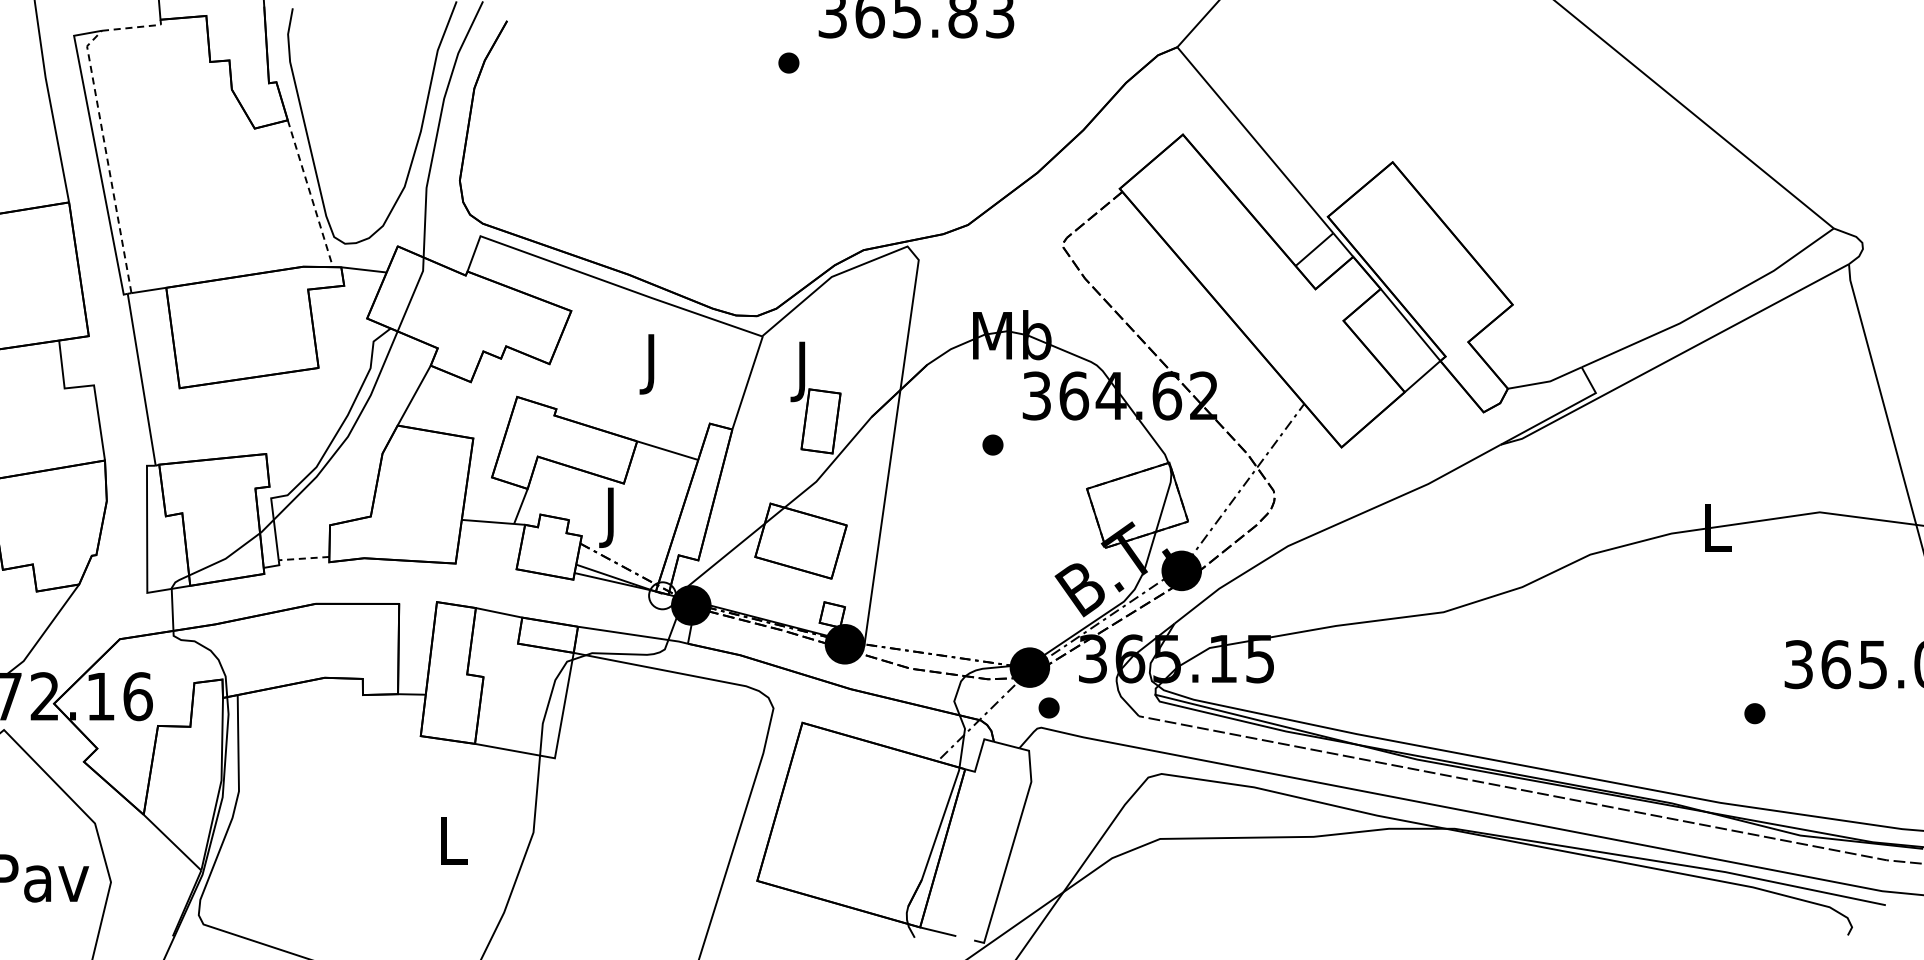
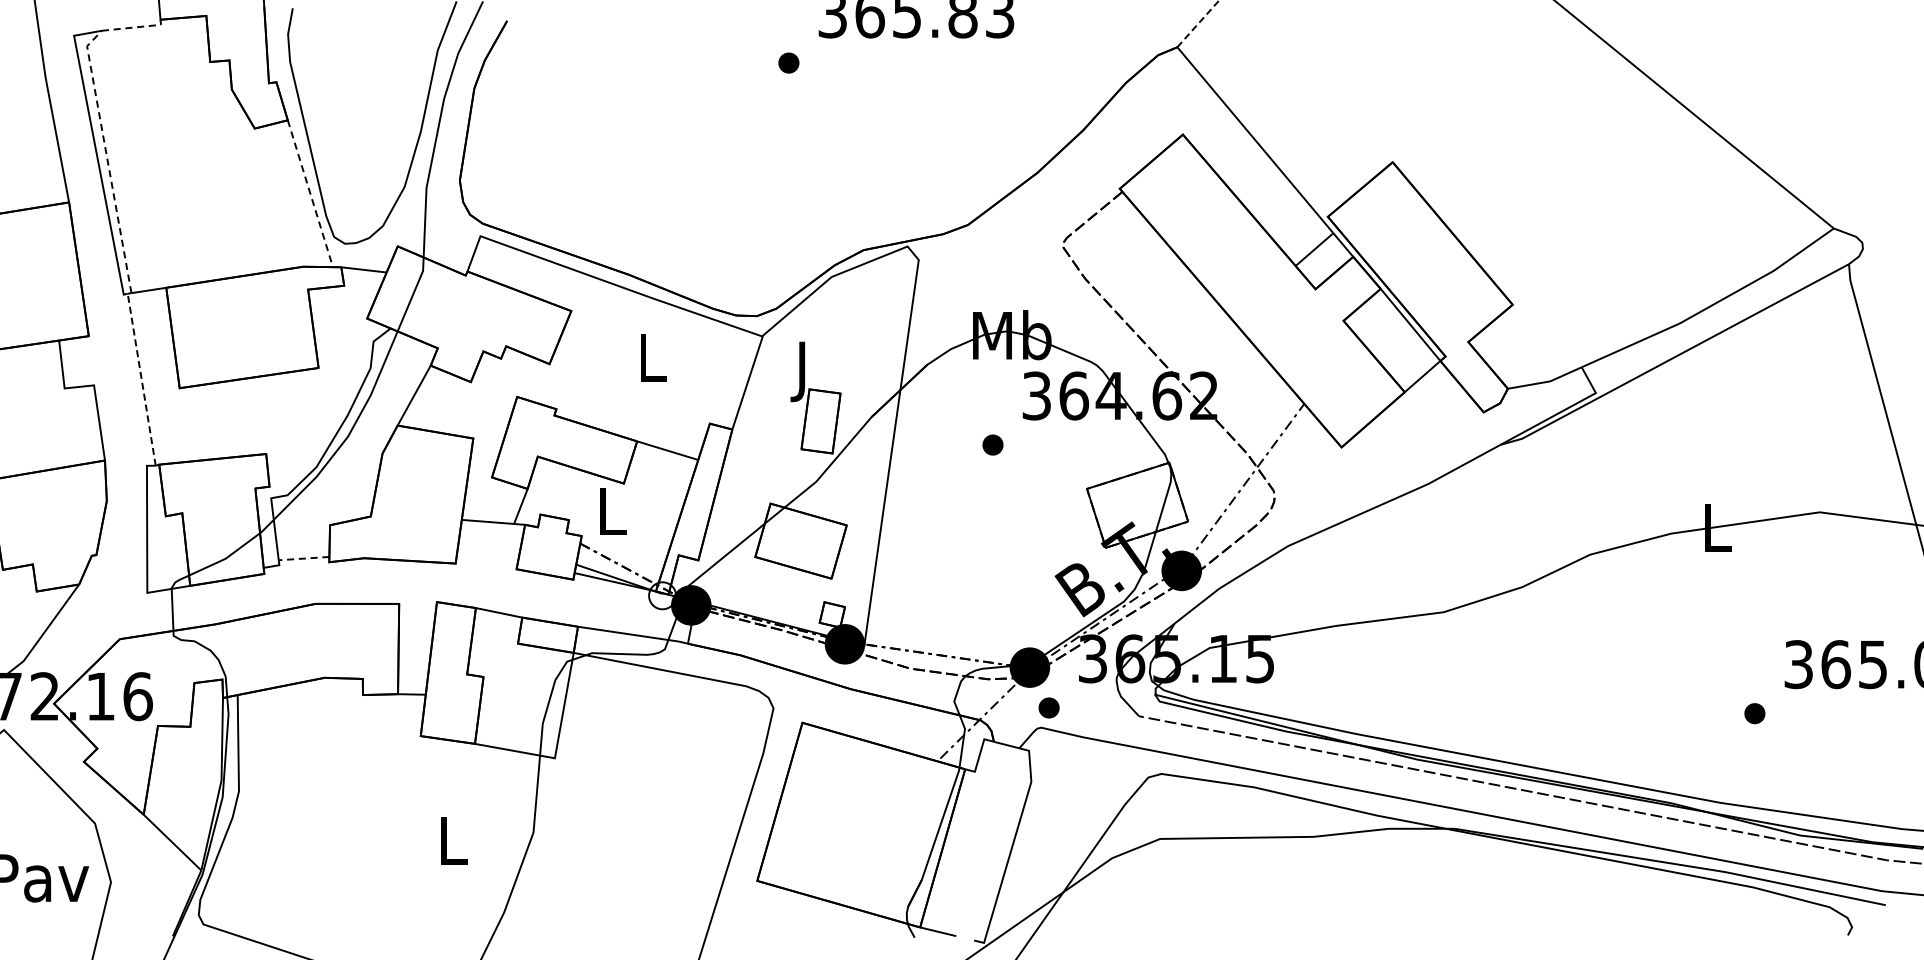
line at (1198, 23): solid -> dashed
text at (652, 364): J -> L
line at (141, 379): solid -> dashed
text at (612, 517): J -> L
